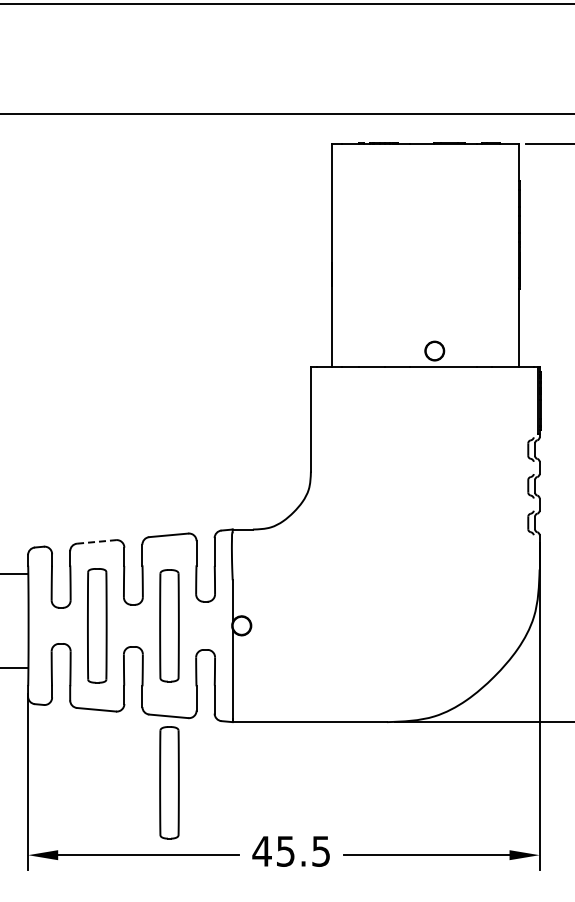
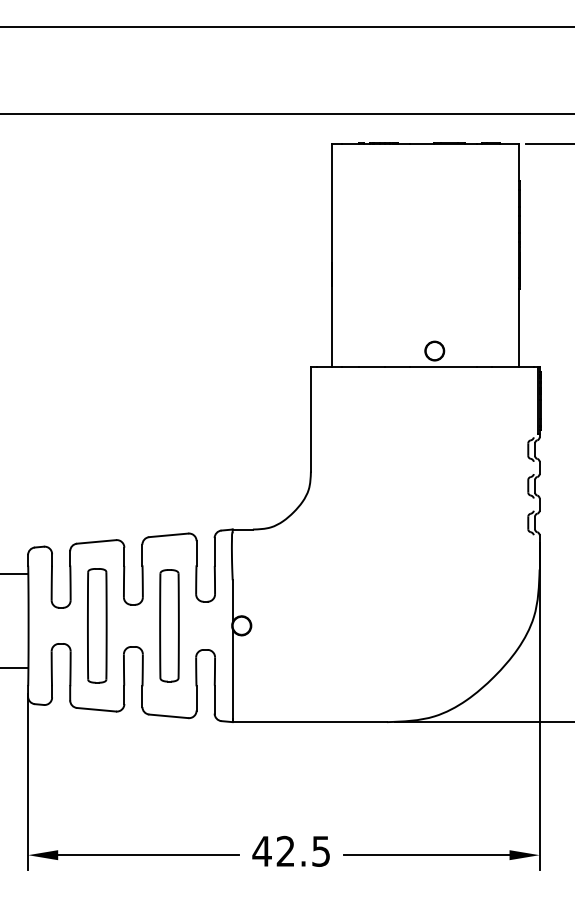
line at (286, 4) position: (286, 4) -> (286, 27)
line at (96, 541): dashed -> solid
part at (169, 782): present -> none
text at (285, 850): 45.5 -> 42.5
